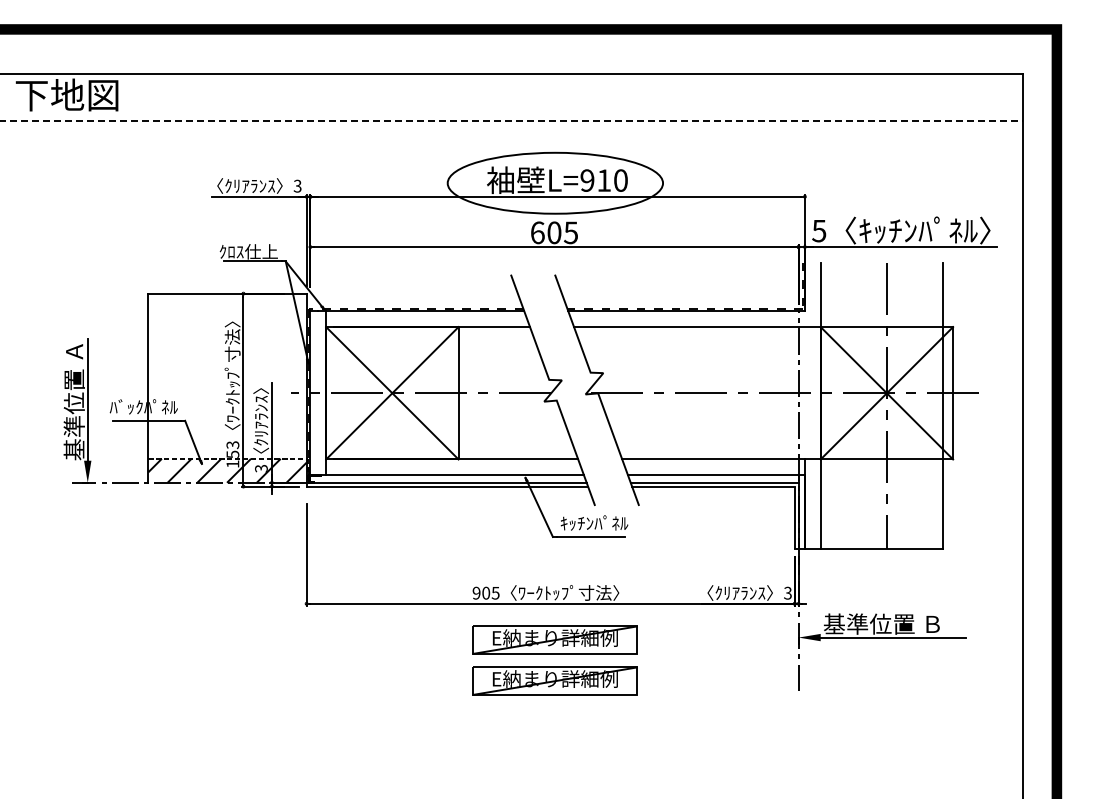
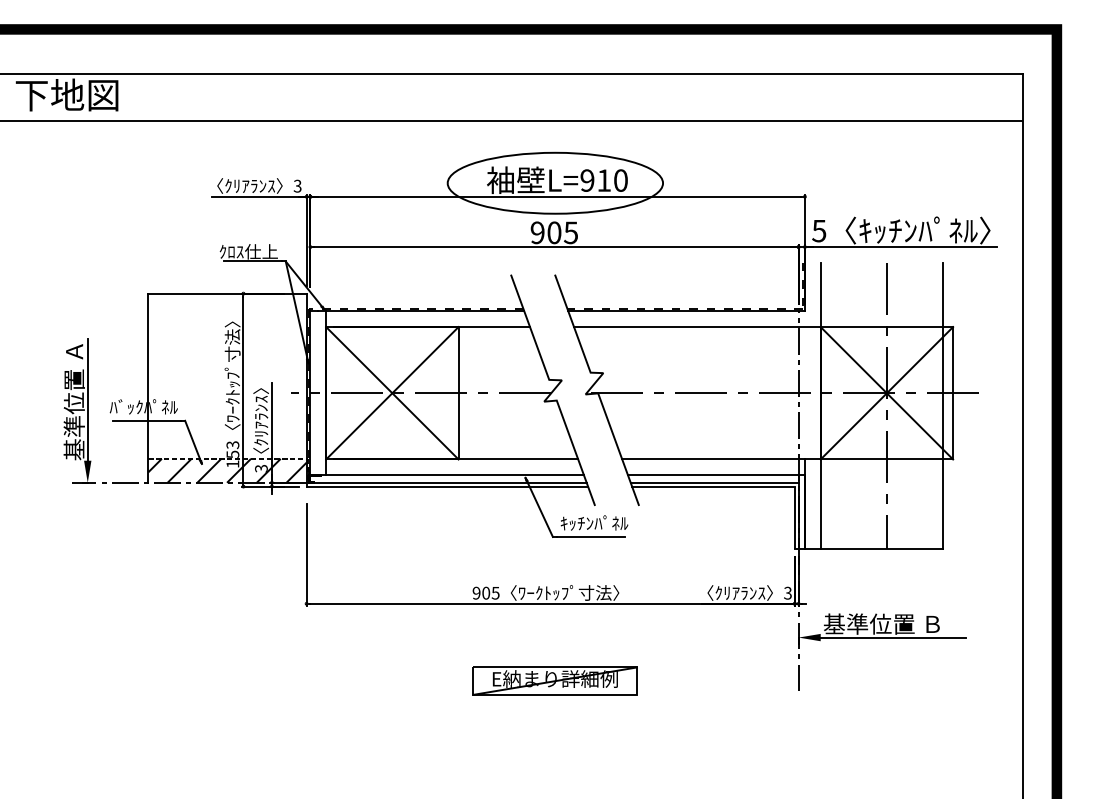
line at (511, 121): dashed -> solid
text at (537, 232): 605 -> 905
part at (554, 639): present -> none
